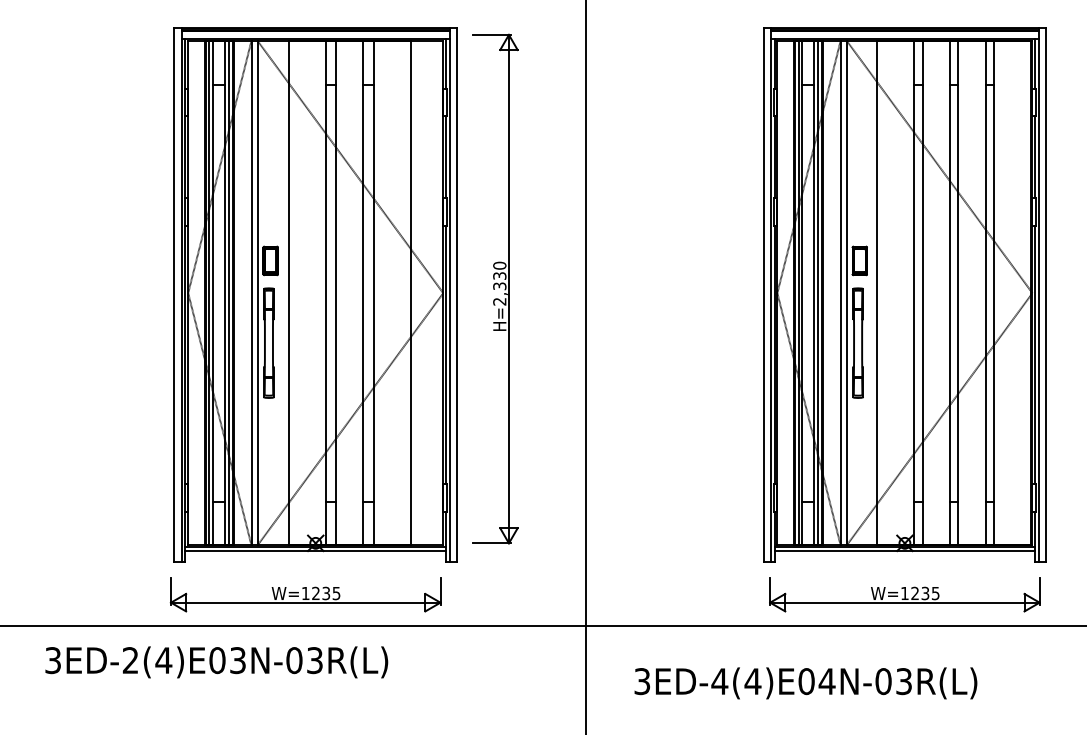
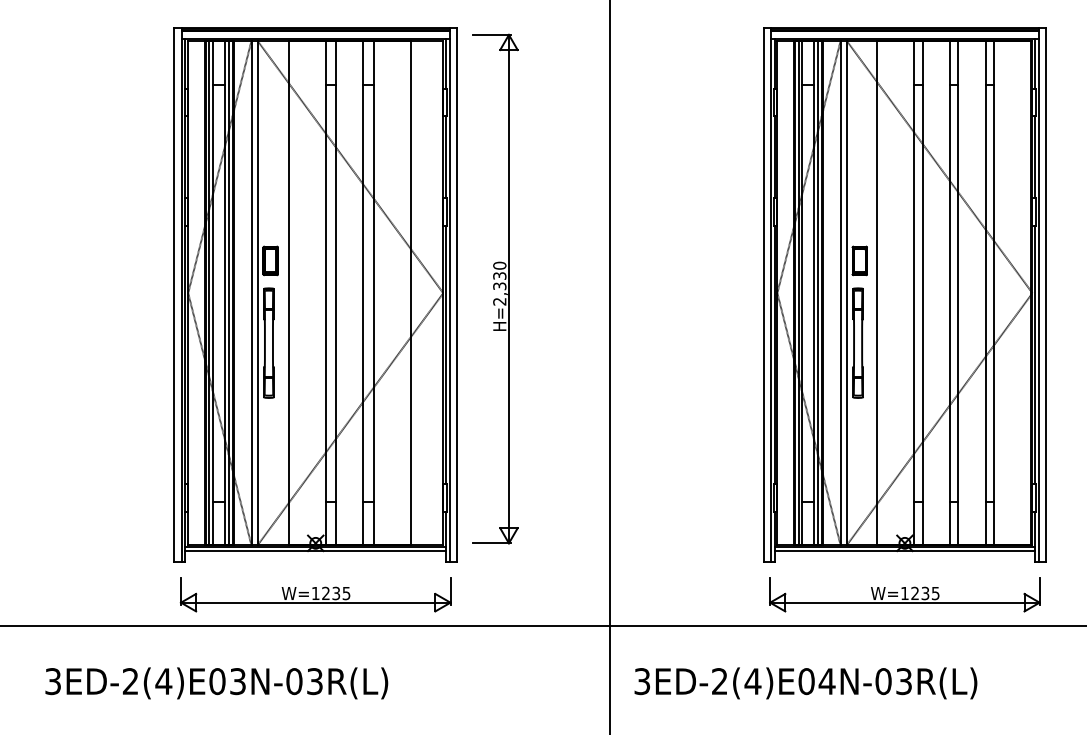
line at (586, 366) position: (586, 366) -> (610, 366)
part at (305, 594) position: (305, 594) -> (315, 594)
text at (216, 662) position: (216, 662) -> (216, 683)
text at (719, 681): 3ED-4(4)E04N-03R(L) -> 3ED-2(4)E04N-03R(L)
